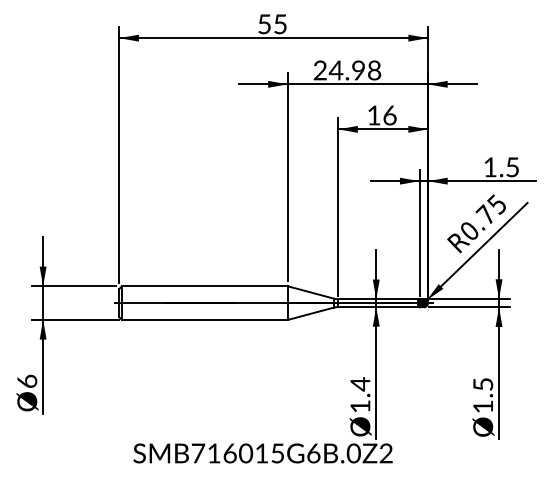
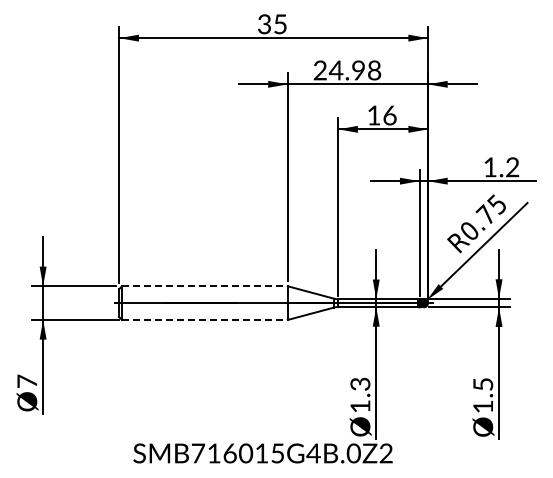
text at (264, 24): 55 -> 35
text at (512, 167): 1.5 -> 1.2
line at (204, 286): solid -> dashed
line at (204, 319): solid -> dashed
text at (27, 380): 6 -> 7
text at (360, 384): 1.4 -> 1.3
text at (313, 453): SMB716015G6B.0Z2 -> SMB716015G4B.0Z2
